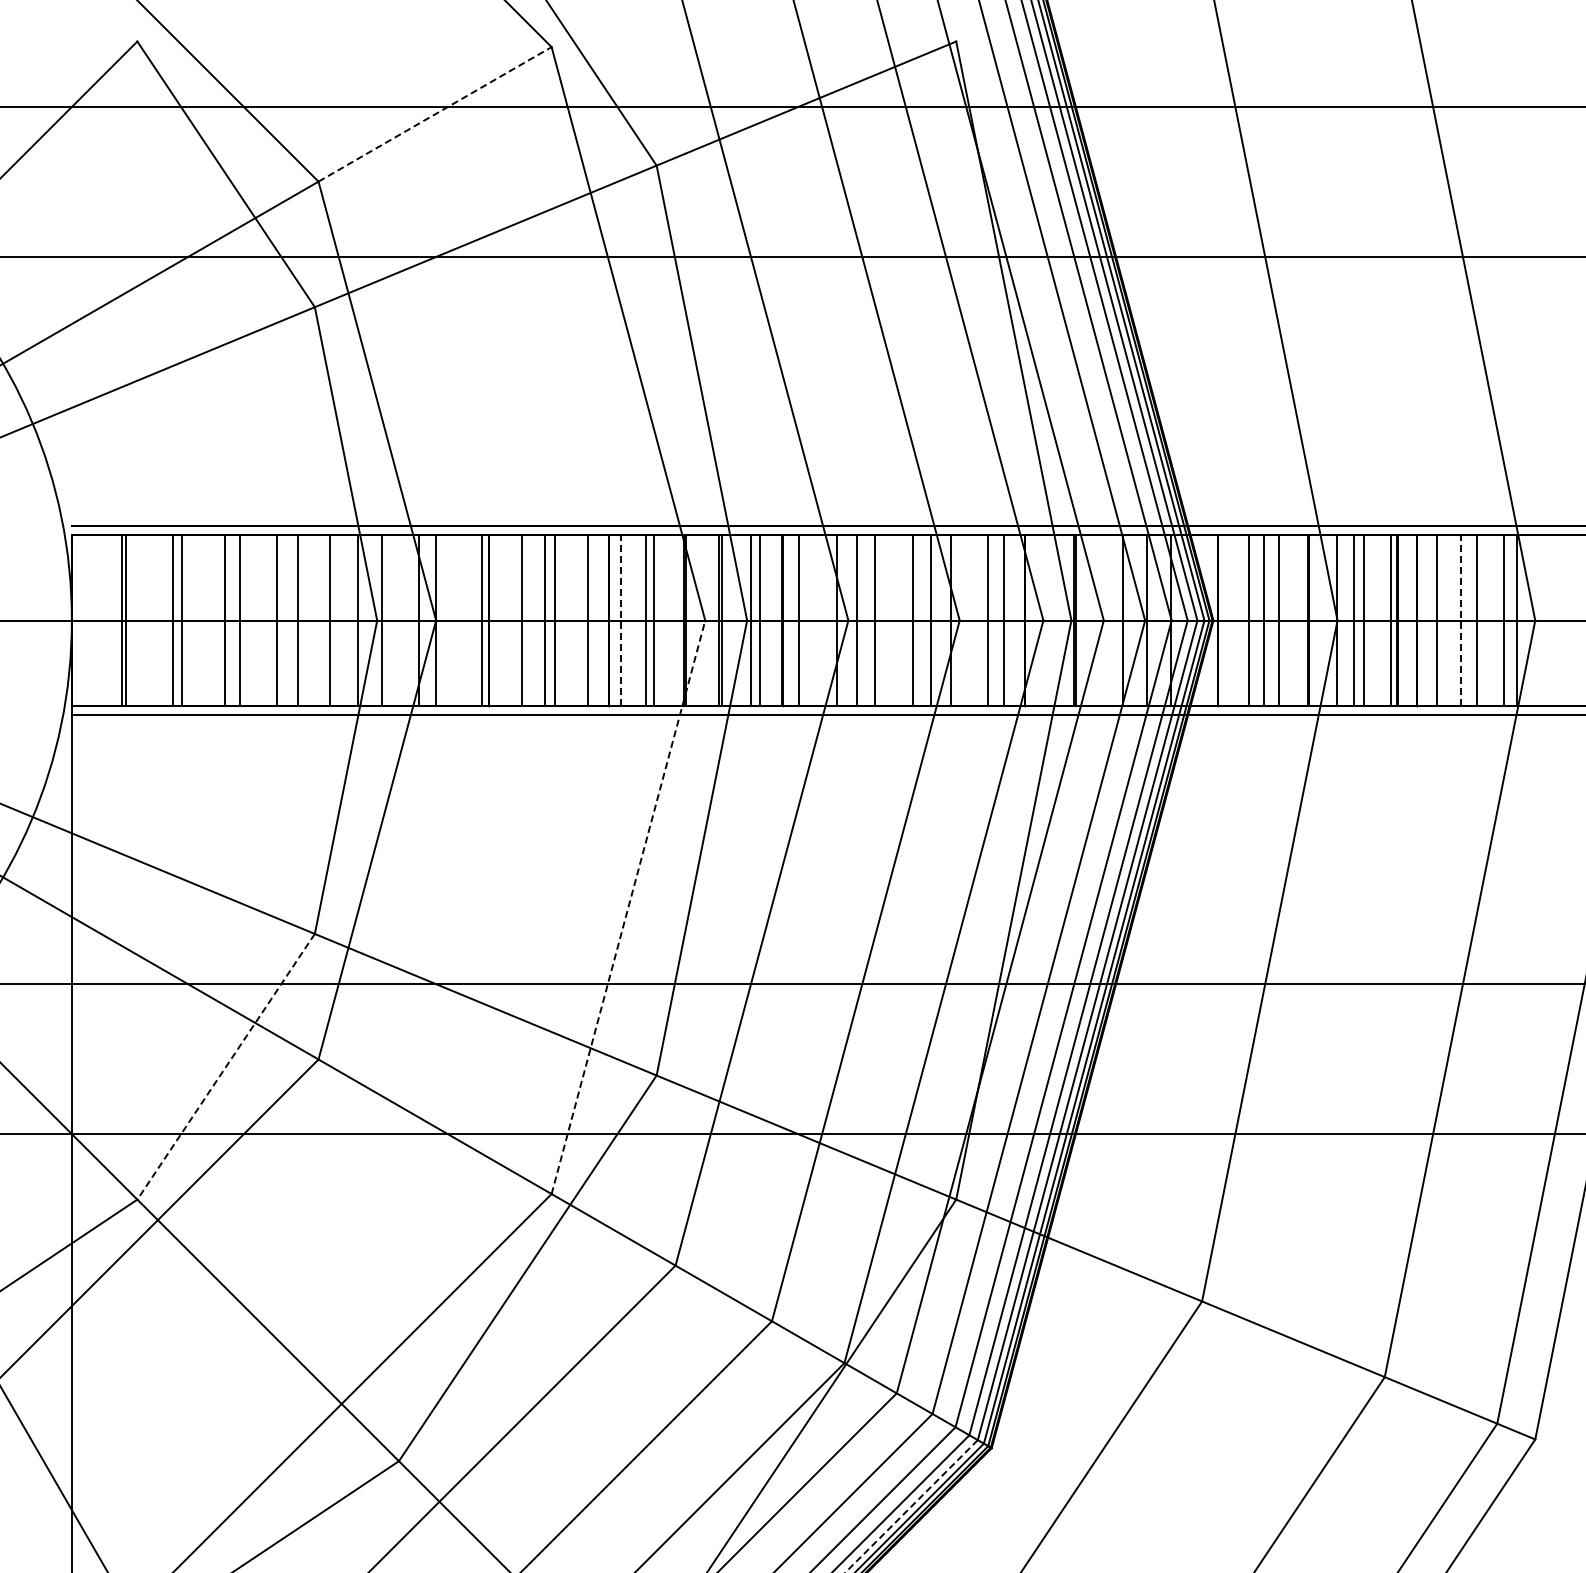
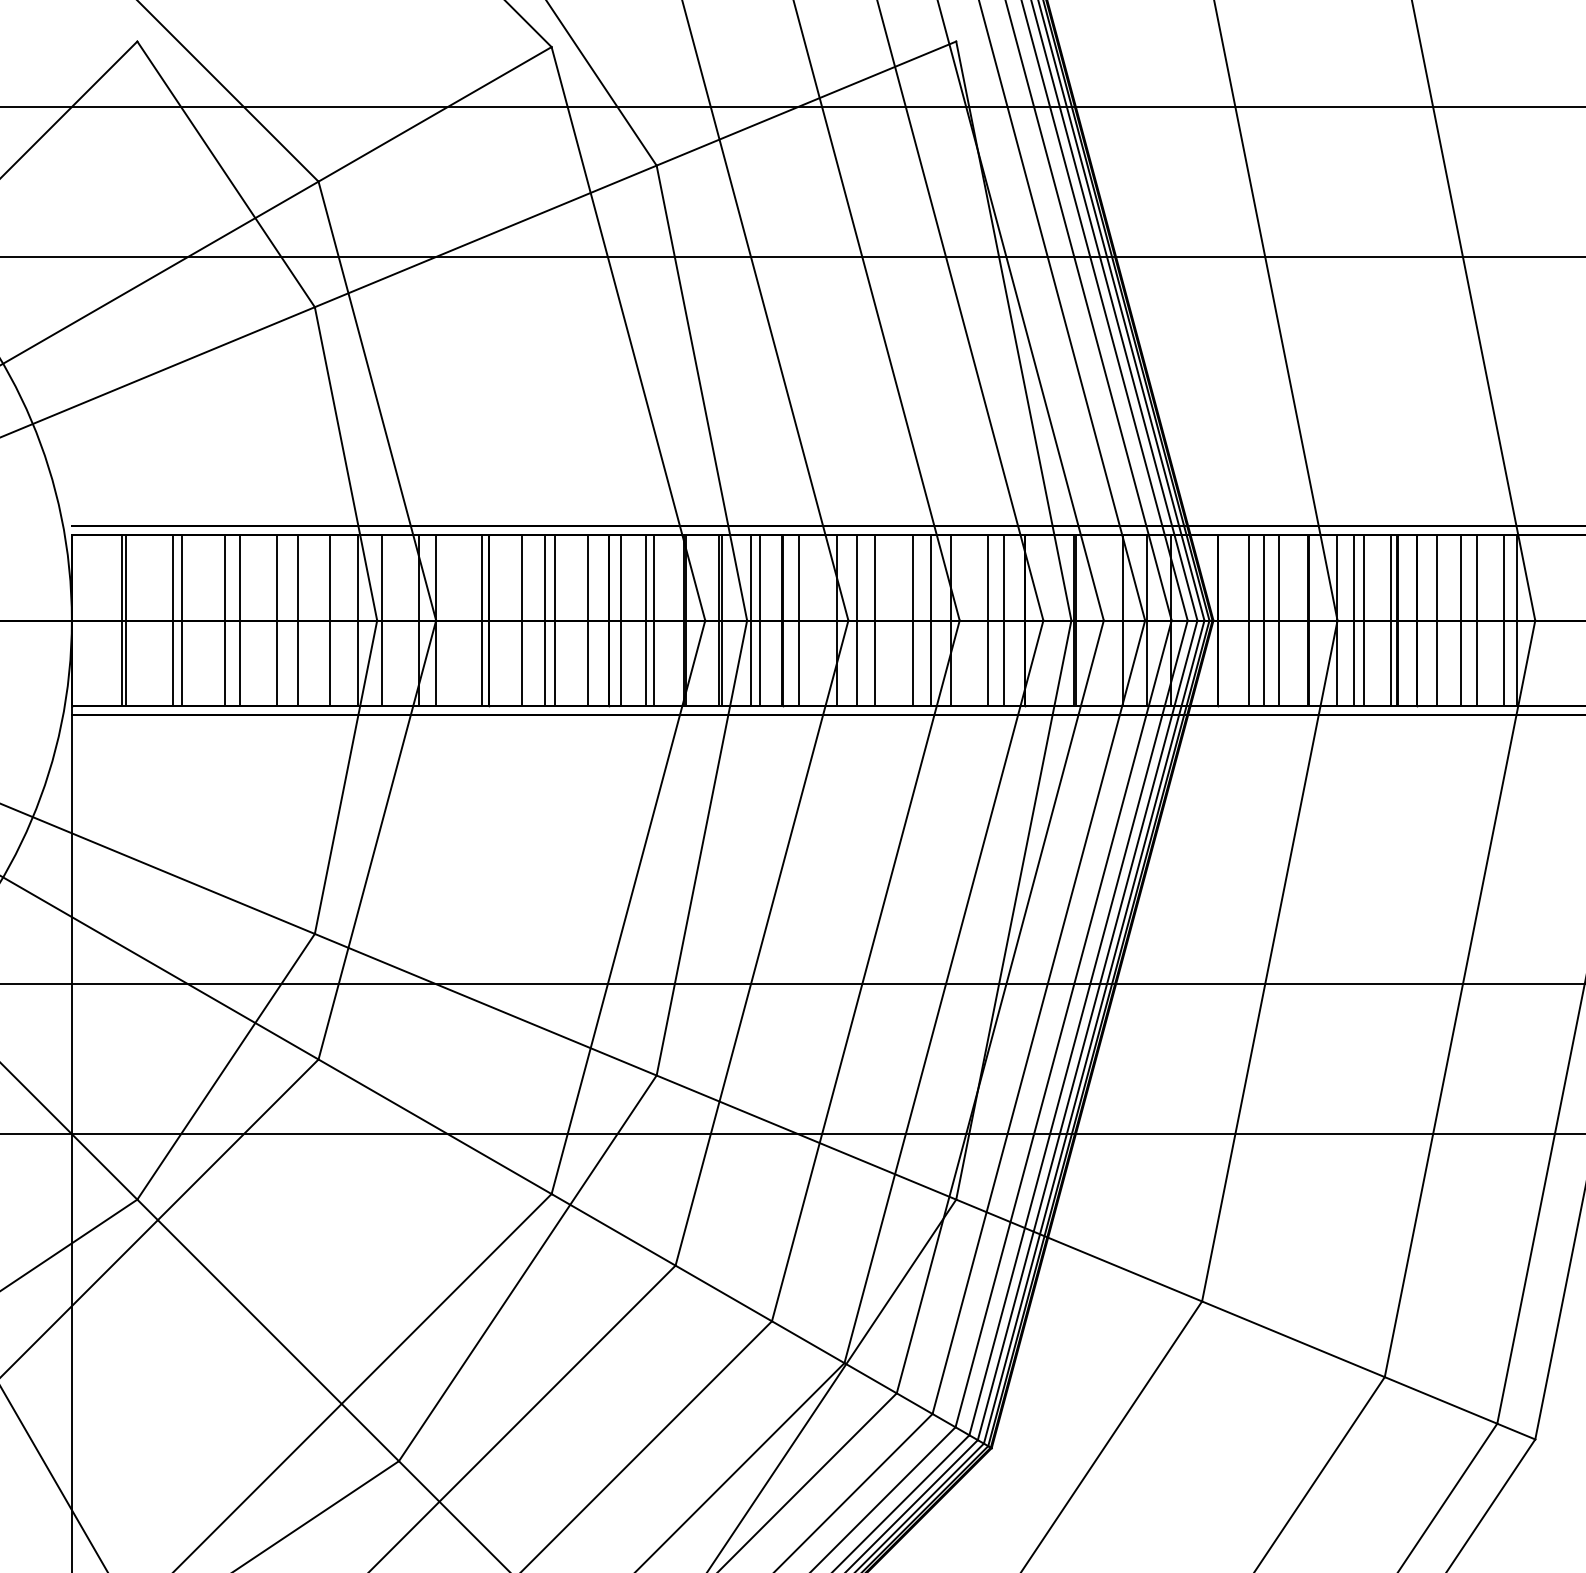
line at (435, 114): dashed -> solid
line at (621, 620): dashed -> solid
line at (1460, 620): dashed -> solid
line at (628, 907): dashed -> solid
line at (226, 1066): dashed -> solid
line at (911, 1506): dashed -> solid
